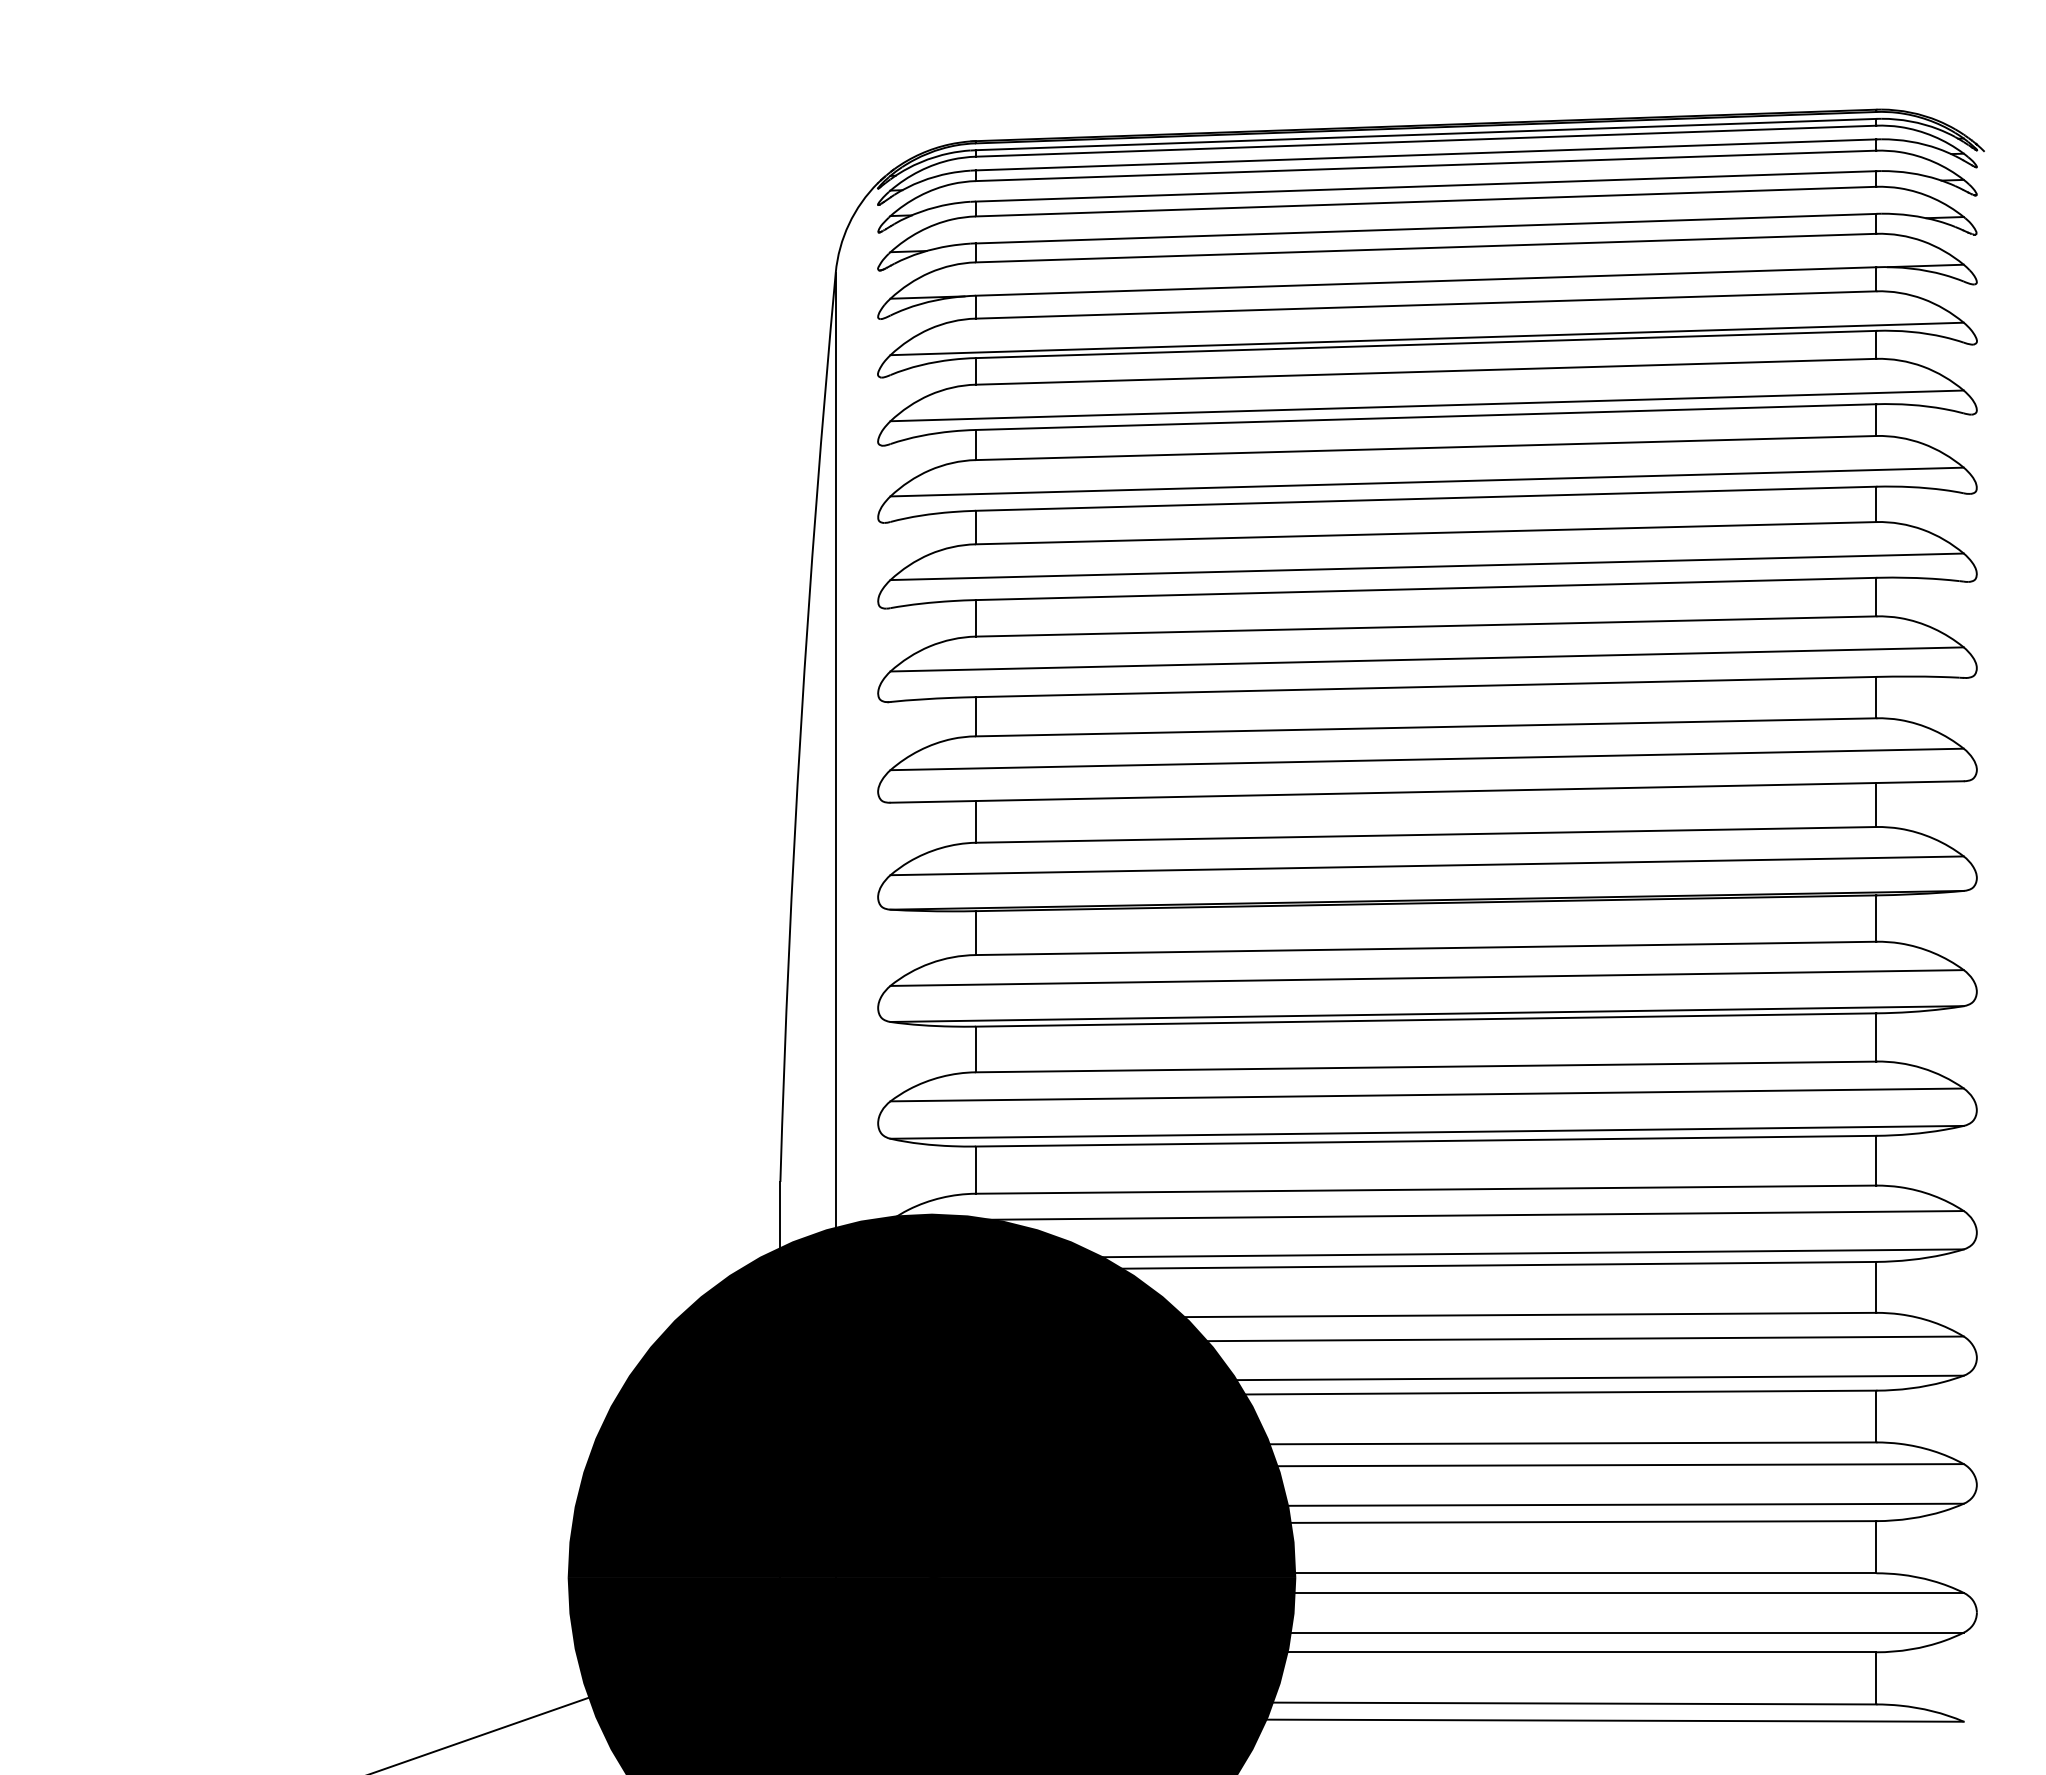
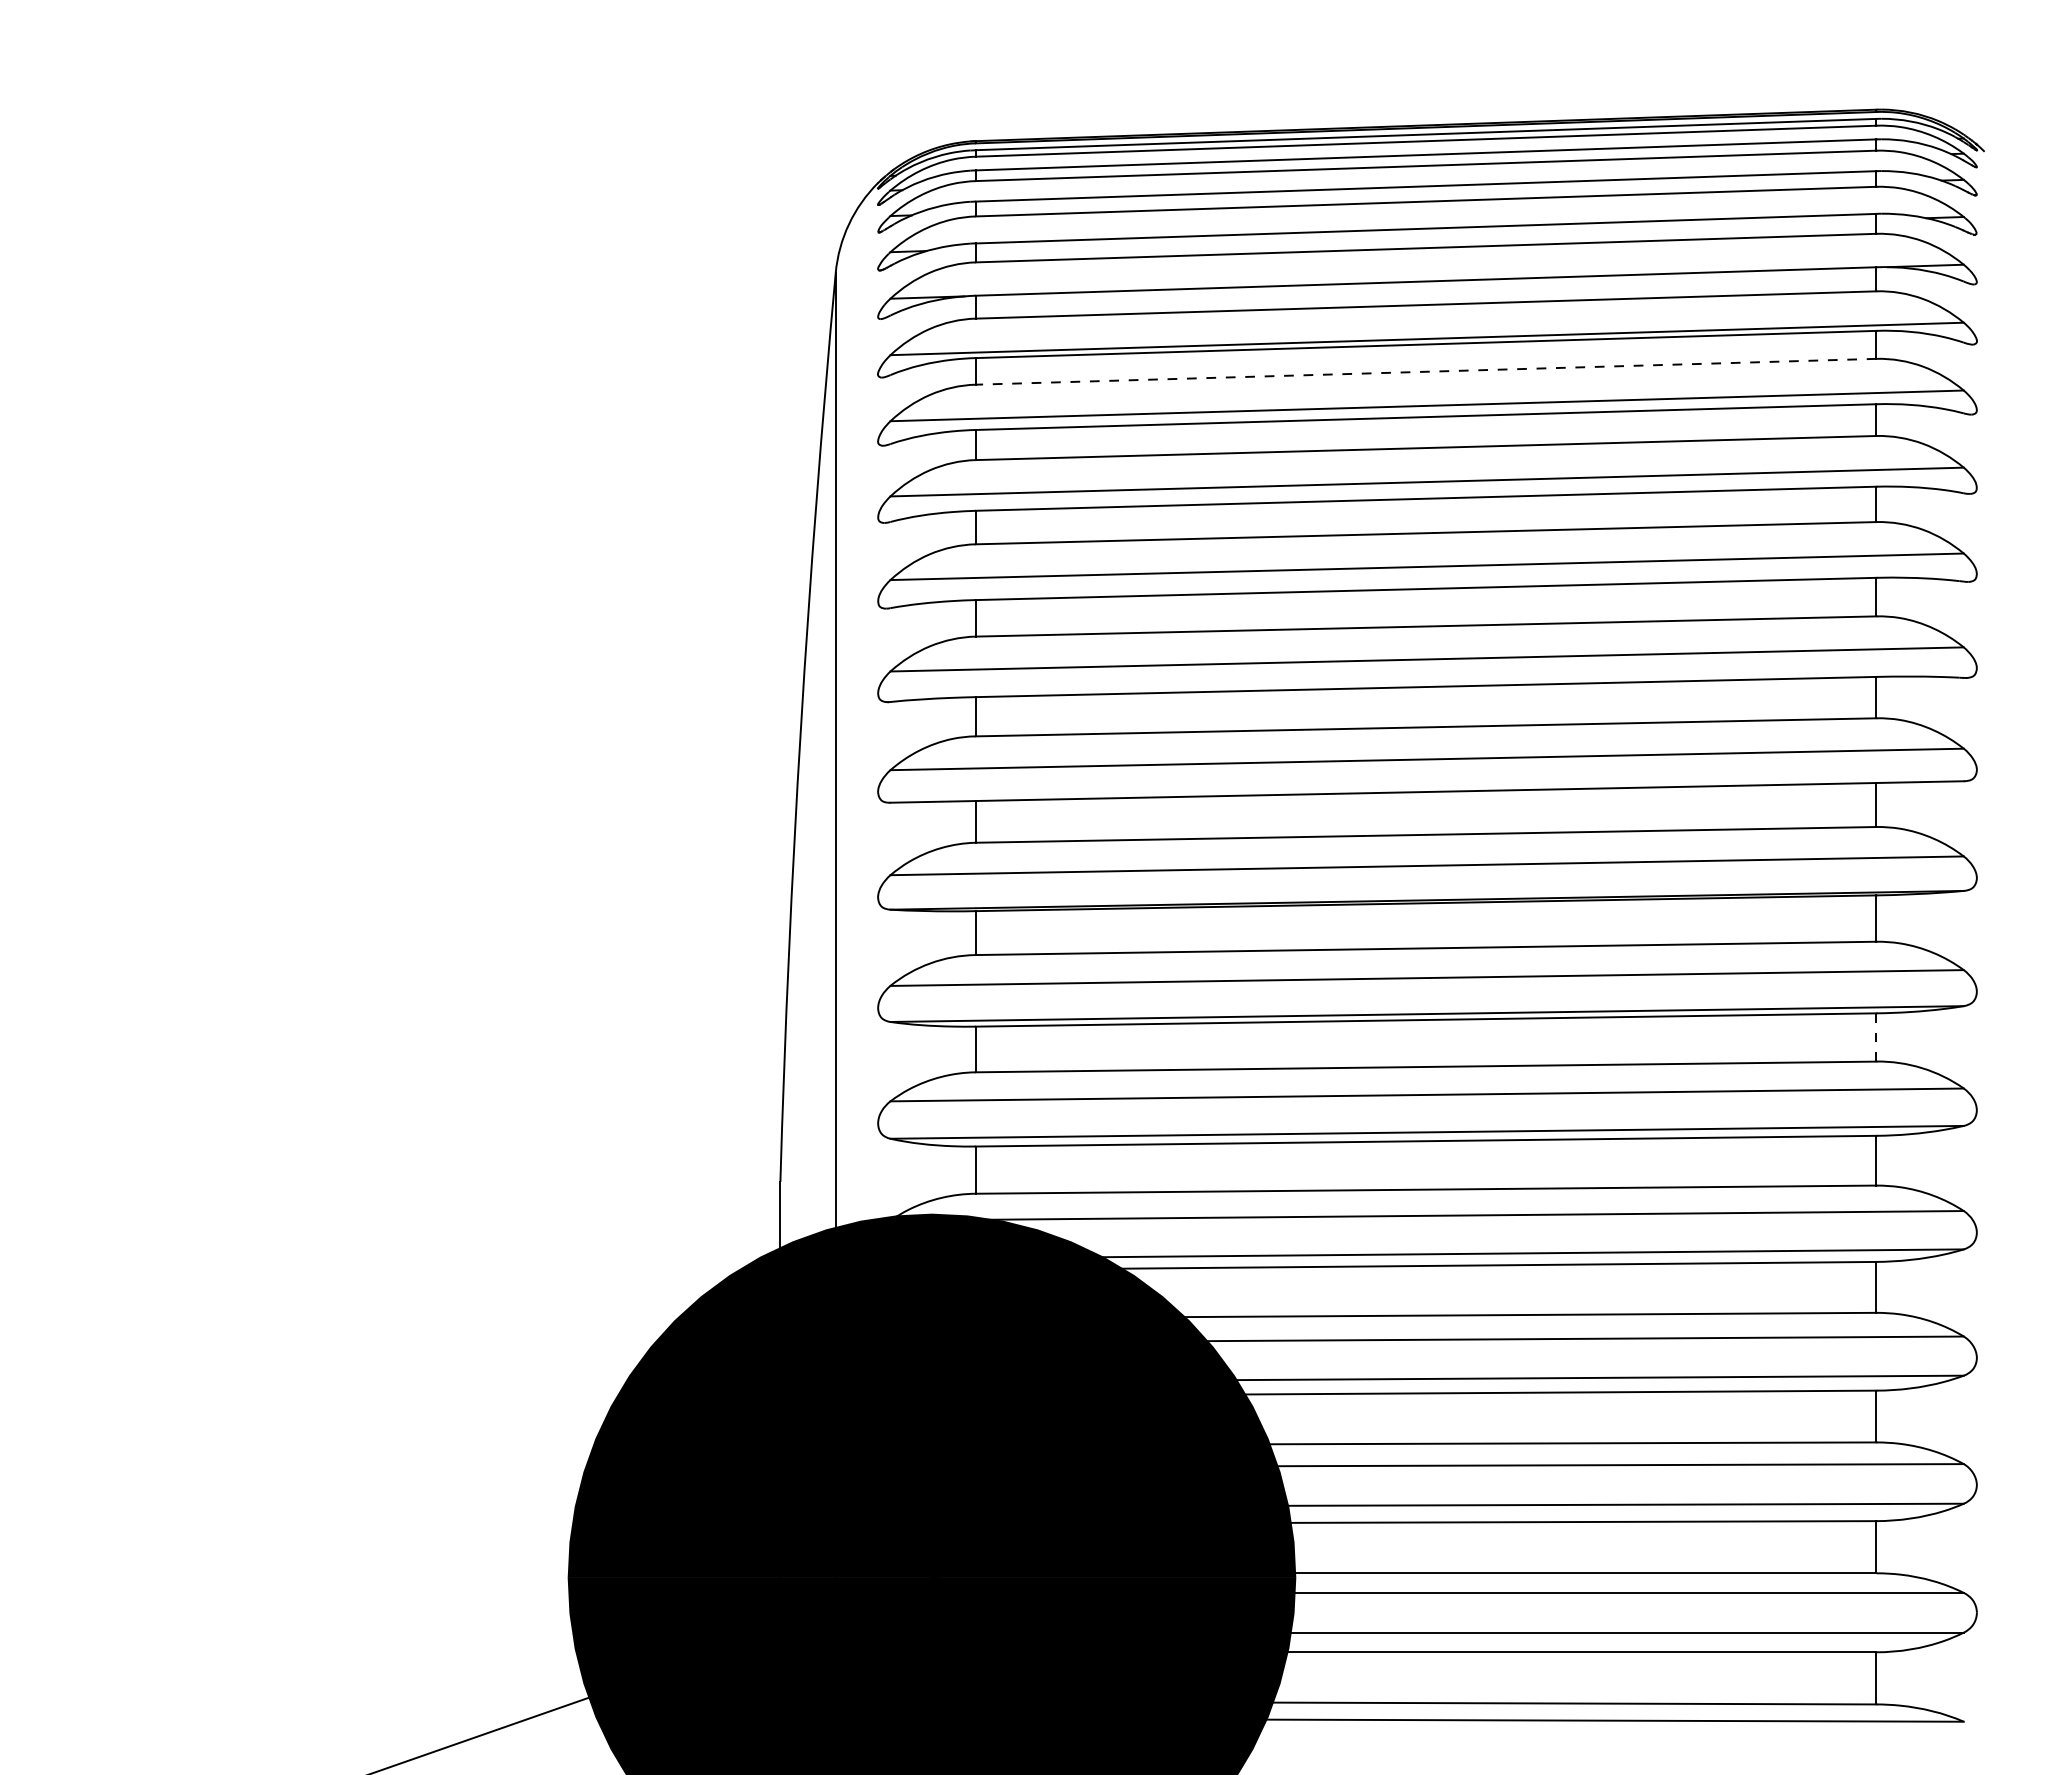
line at (1426, 371): solid -> dashed
line at (1876, 1037): solid -> dashed
